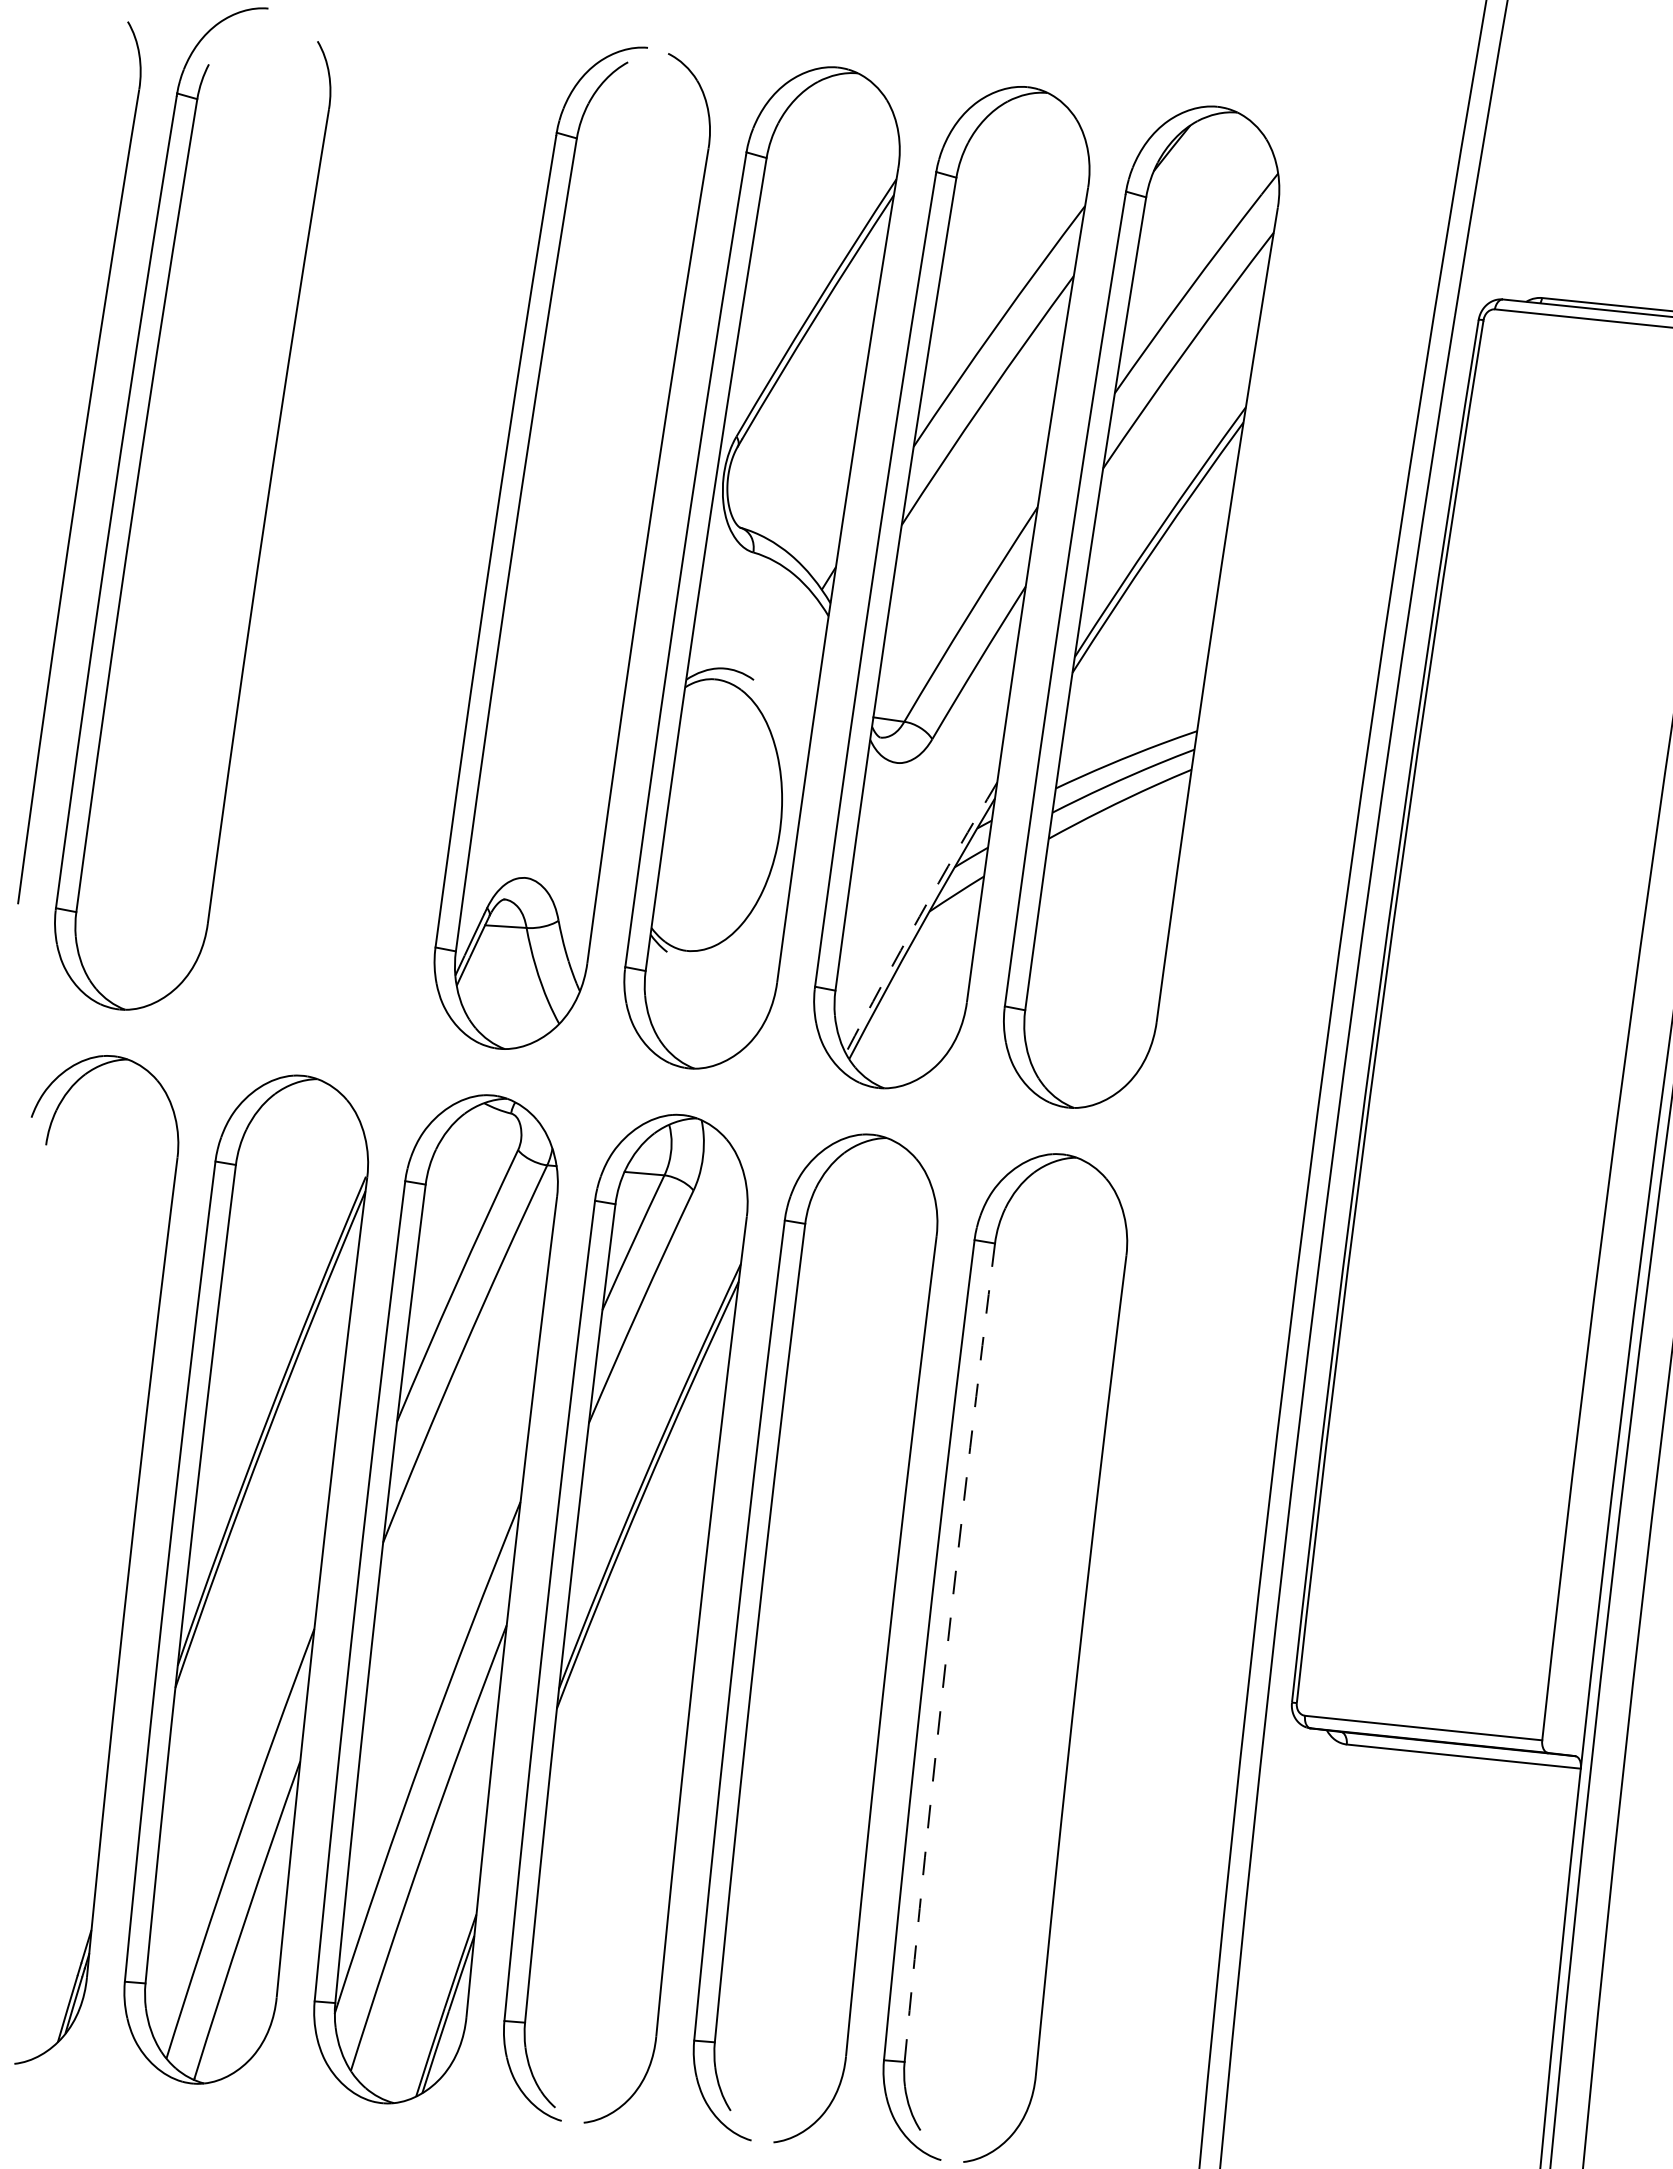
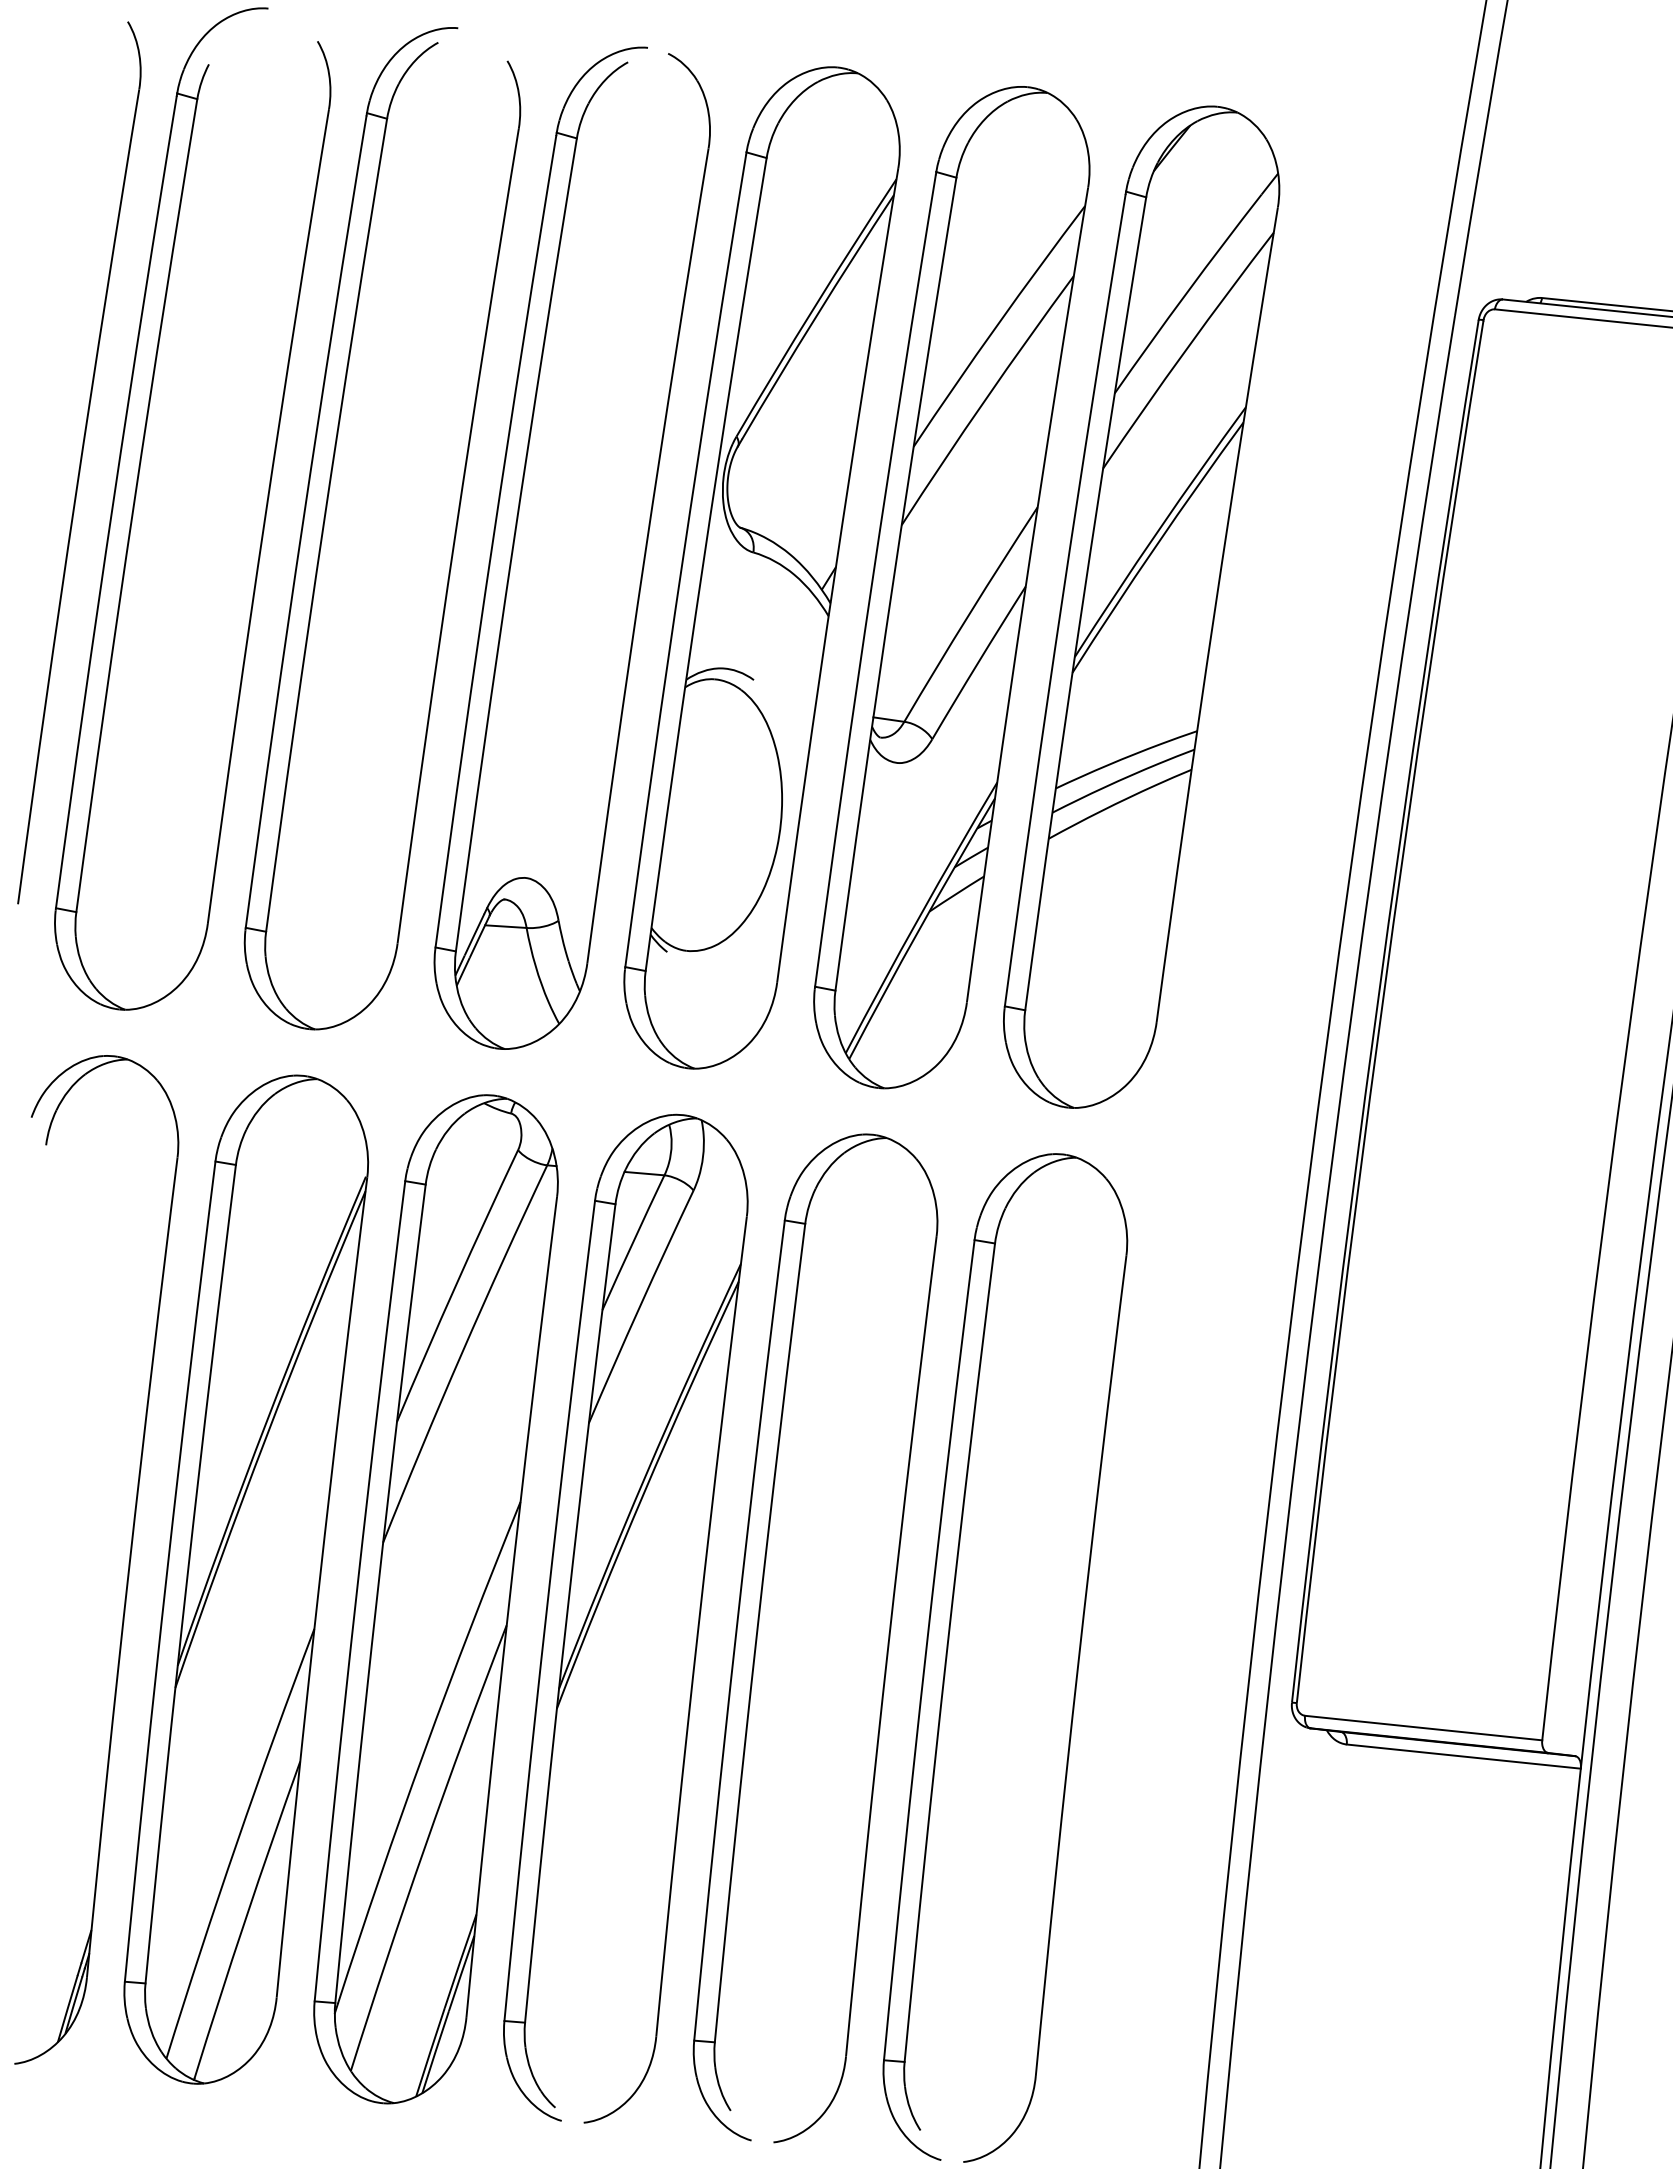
part at (325, 521): none -> present
arc at (919, 916): dashed -> solid
arc at (946, 1652): dashed -> solid
